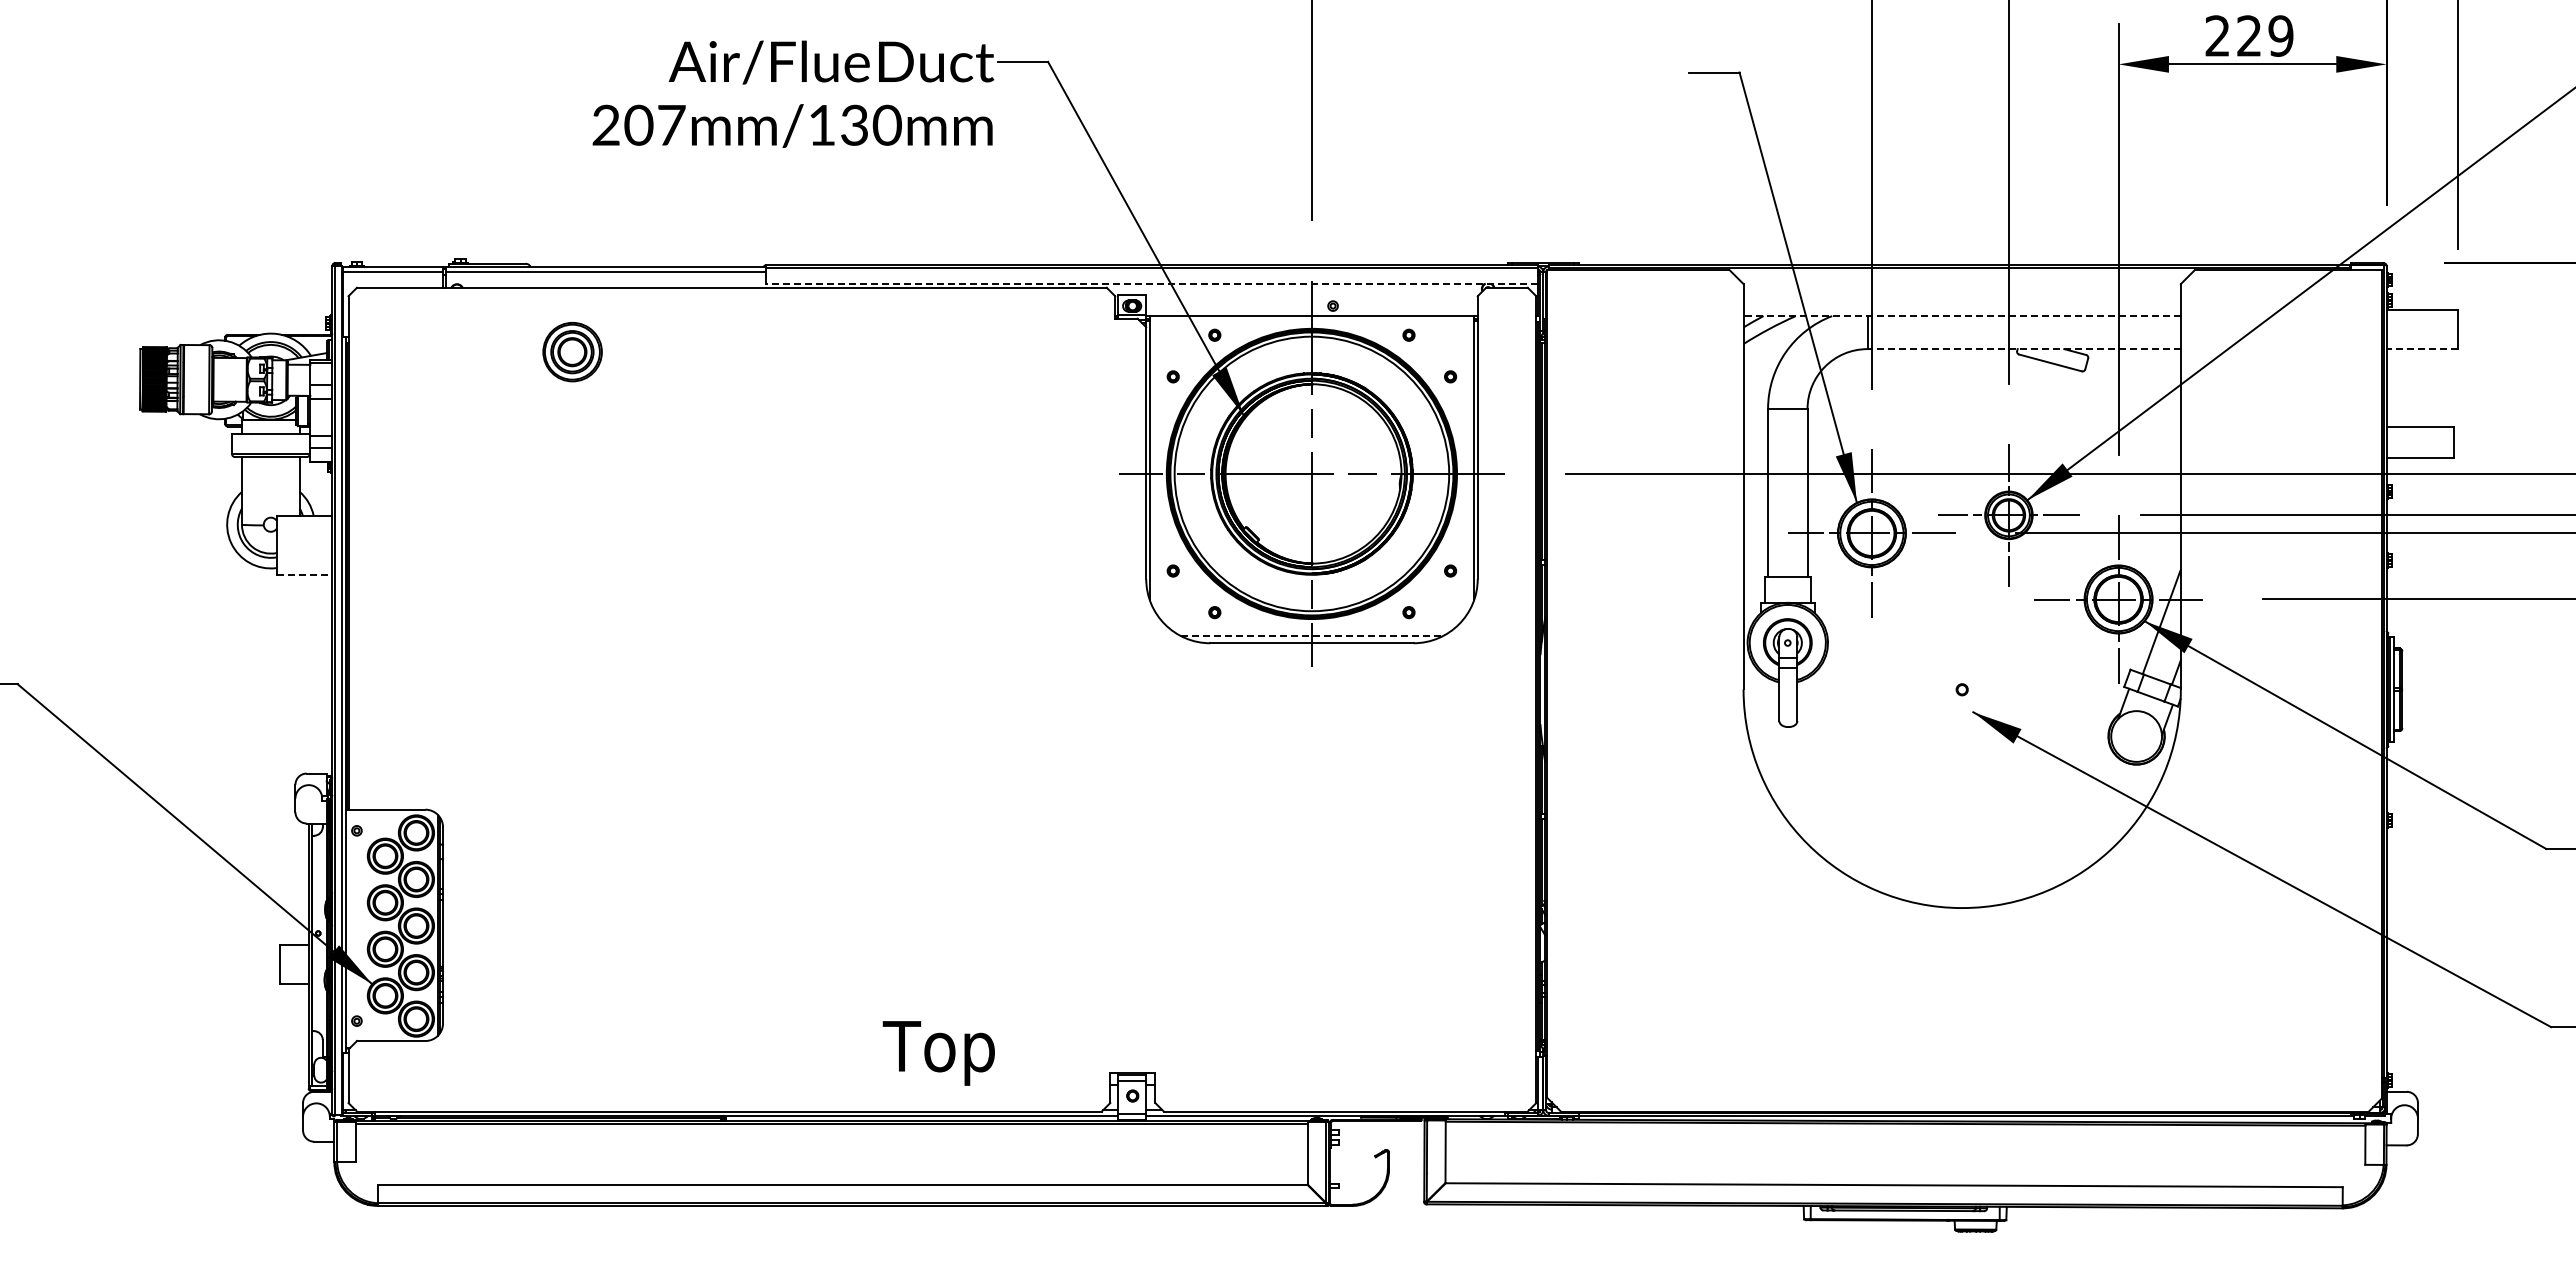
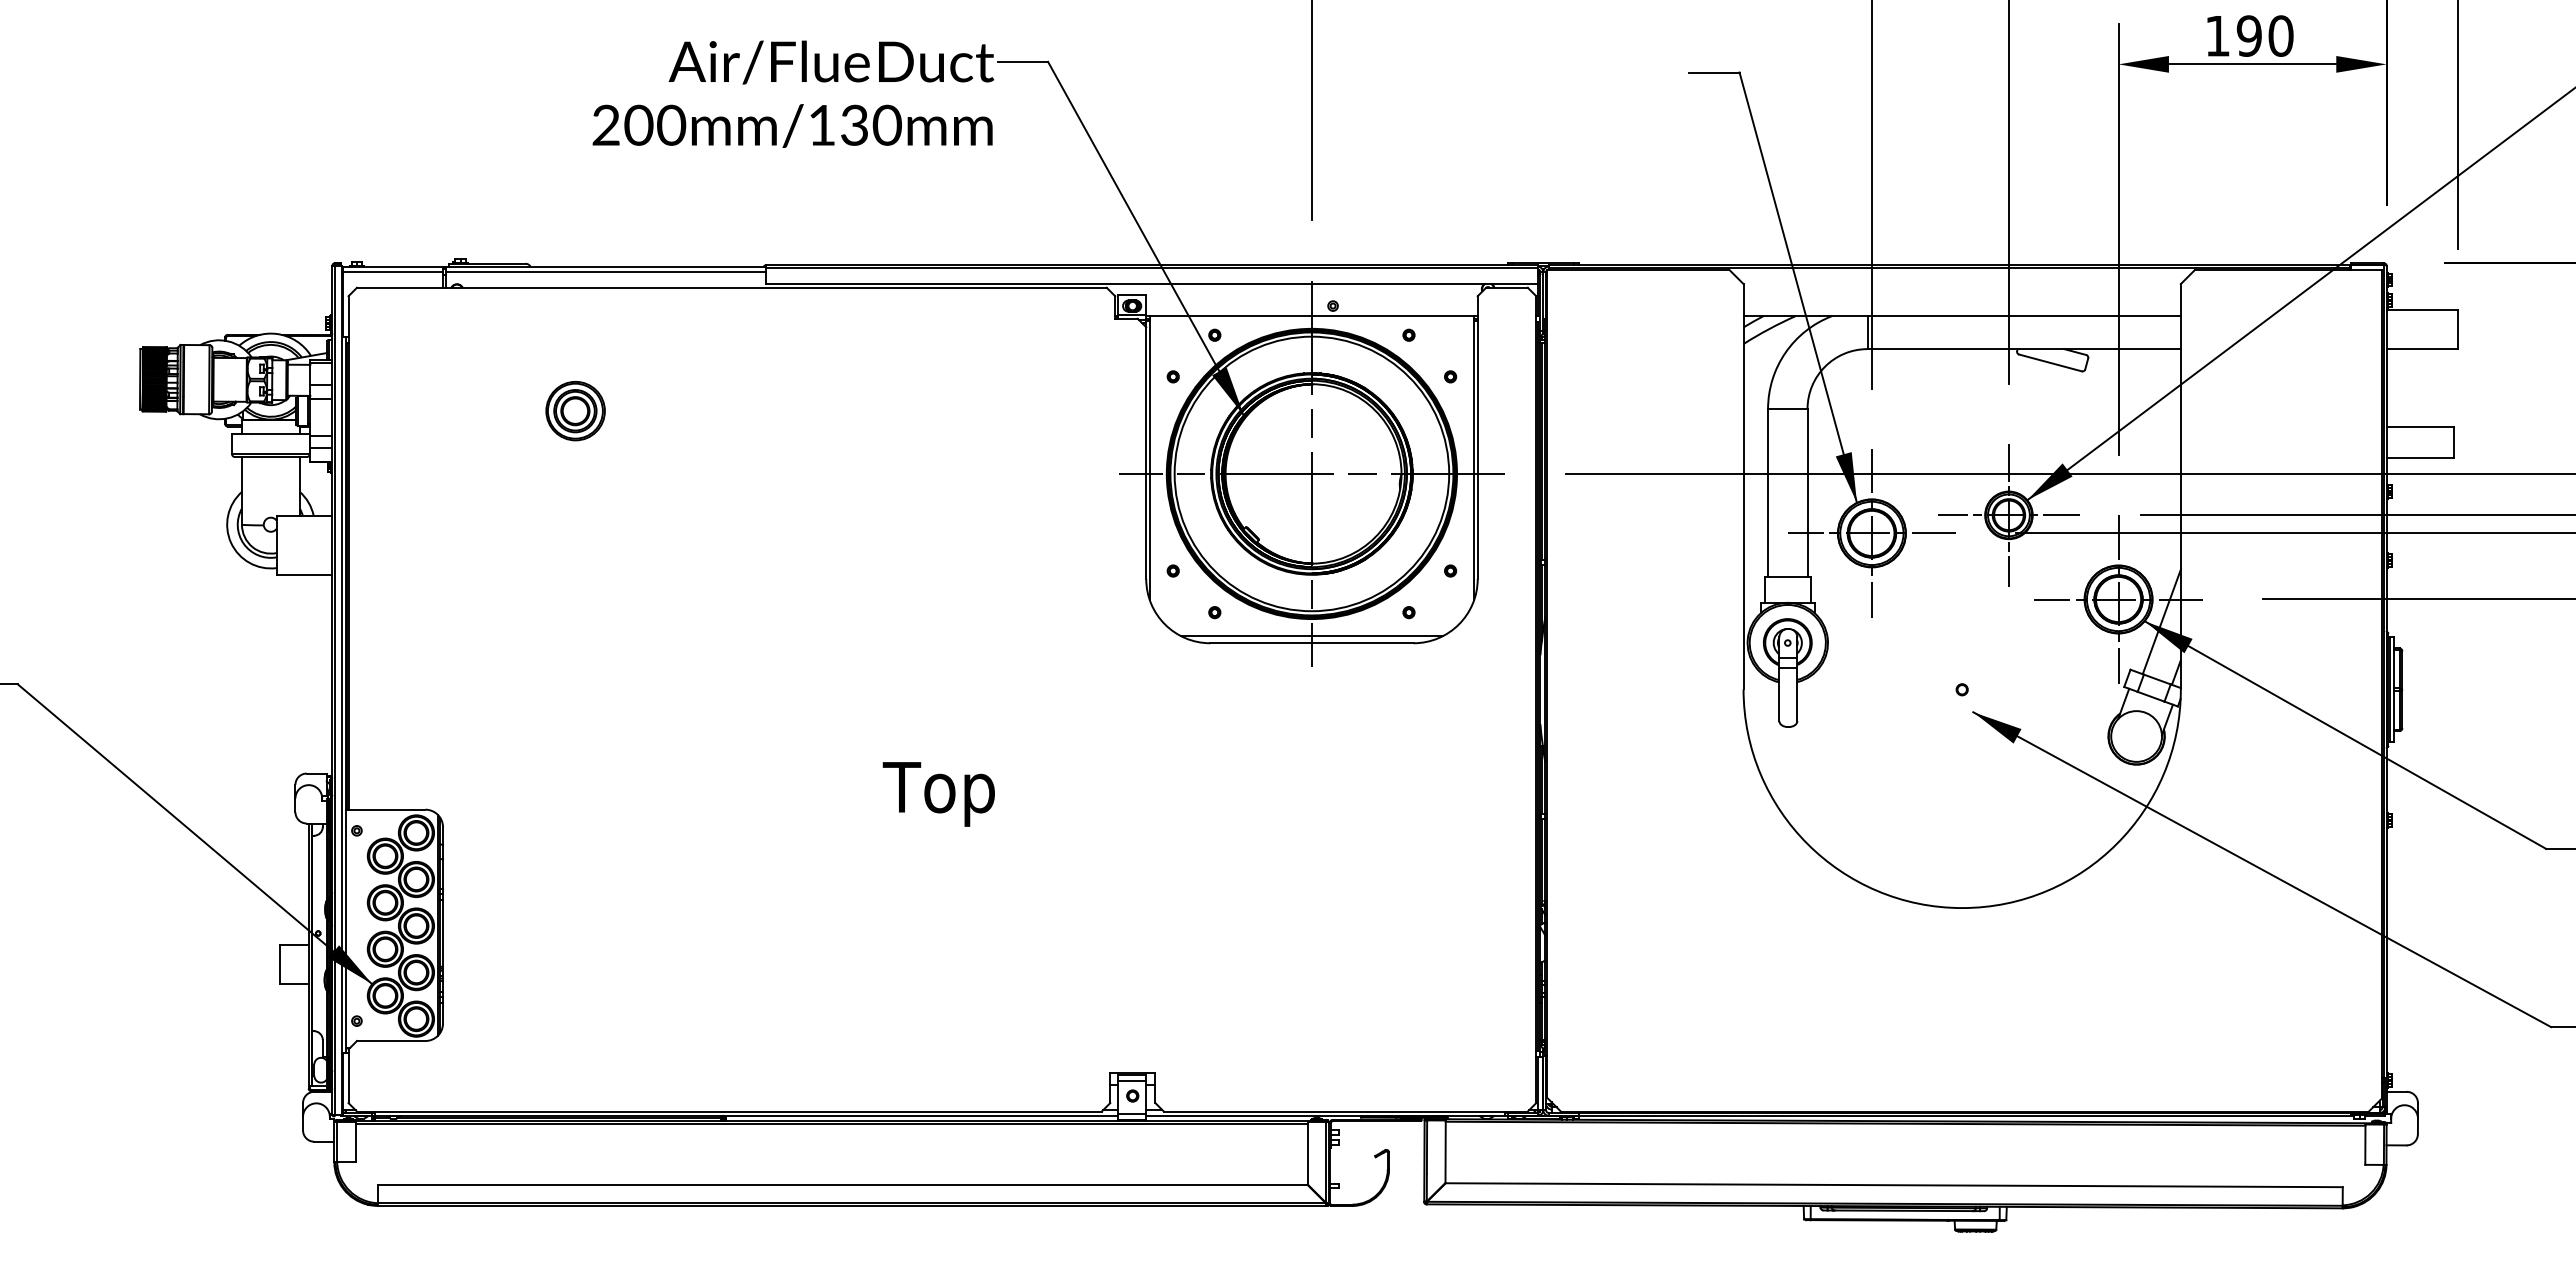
text at (2249, 35): 229 -> 190
text at (671, 124): 207mm/130mm -> 200mm/130mm
line at (1151, 283): dashed -> solid
line at (1962, 316): dashed -> solid
line at (2024, 349): dashed -> solid
line at (2422, 349): dashed -> solid
part at (572, 352) position: (572, 352) -> (575, 411)
line at (304, 574): dashed -> solid
line at (1311, 636): dashed -> solid
text at (938, 1053) position: (938, 1053) -> (938, 794)
